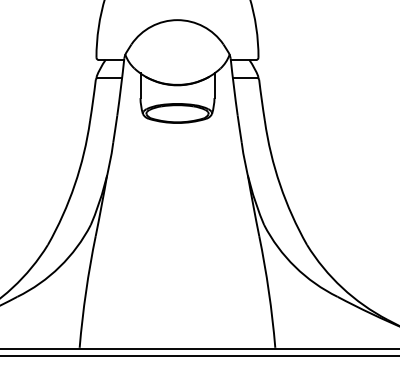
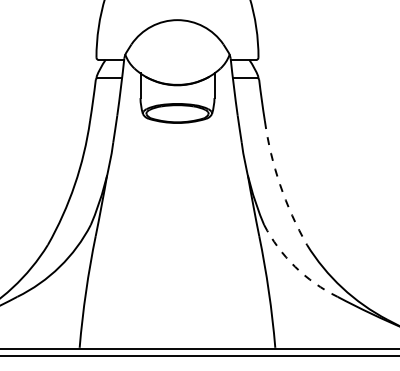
arc at (280, 184): solid -> dashed
arc at (295, 266): solid -> dashed
